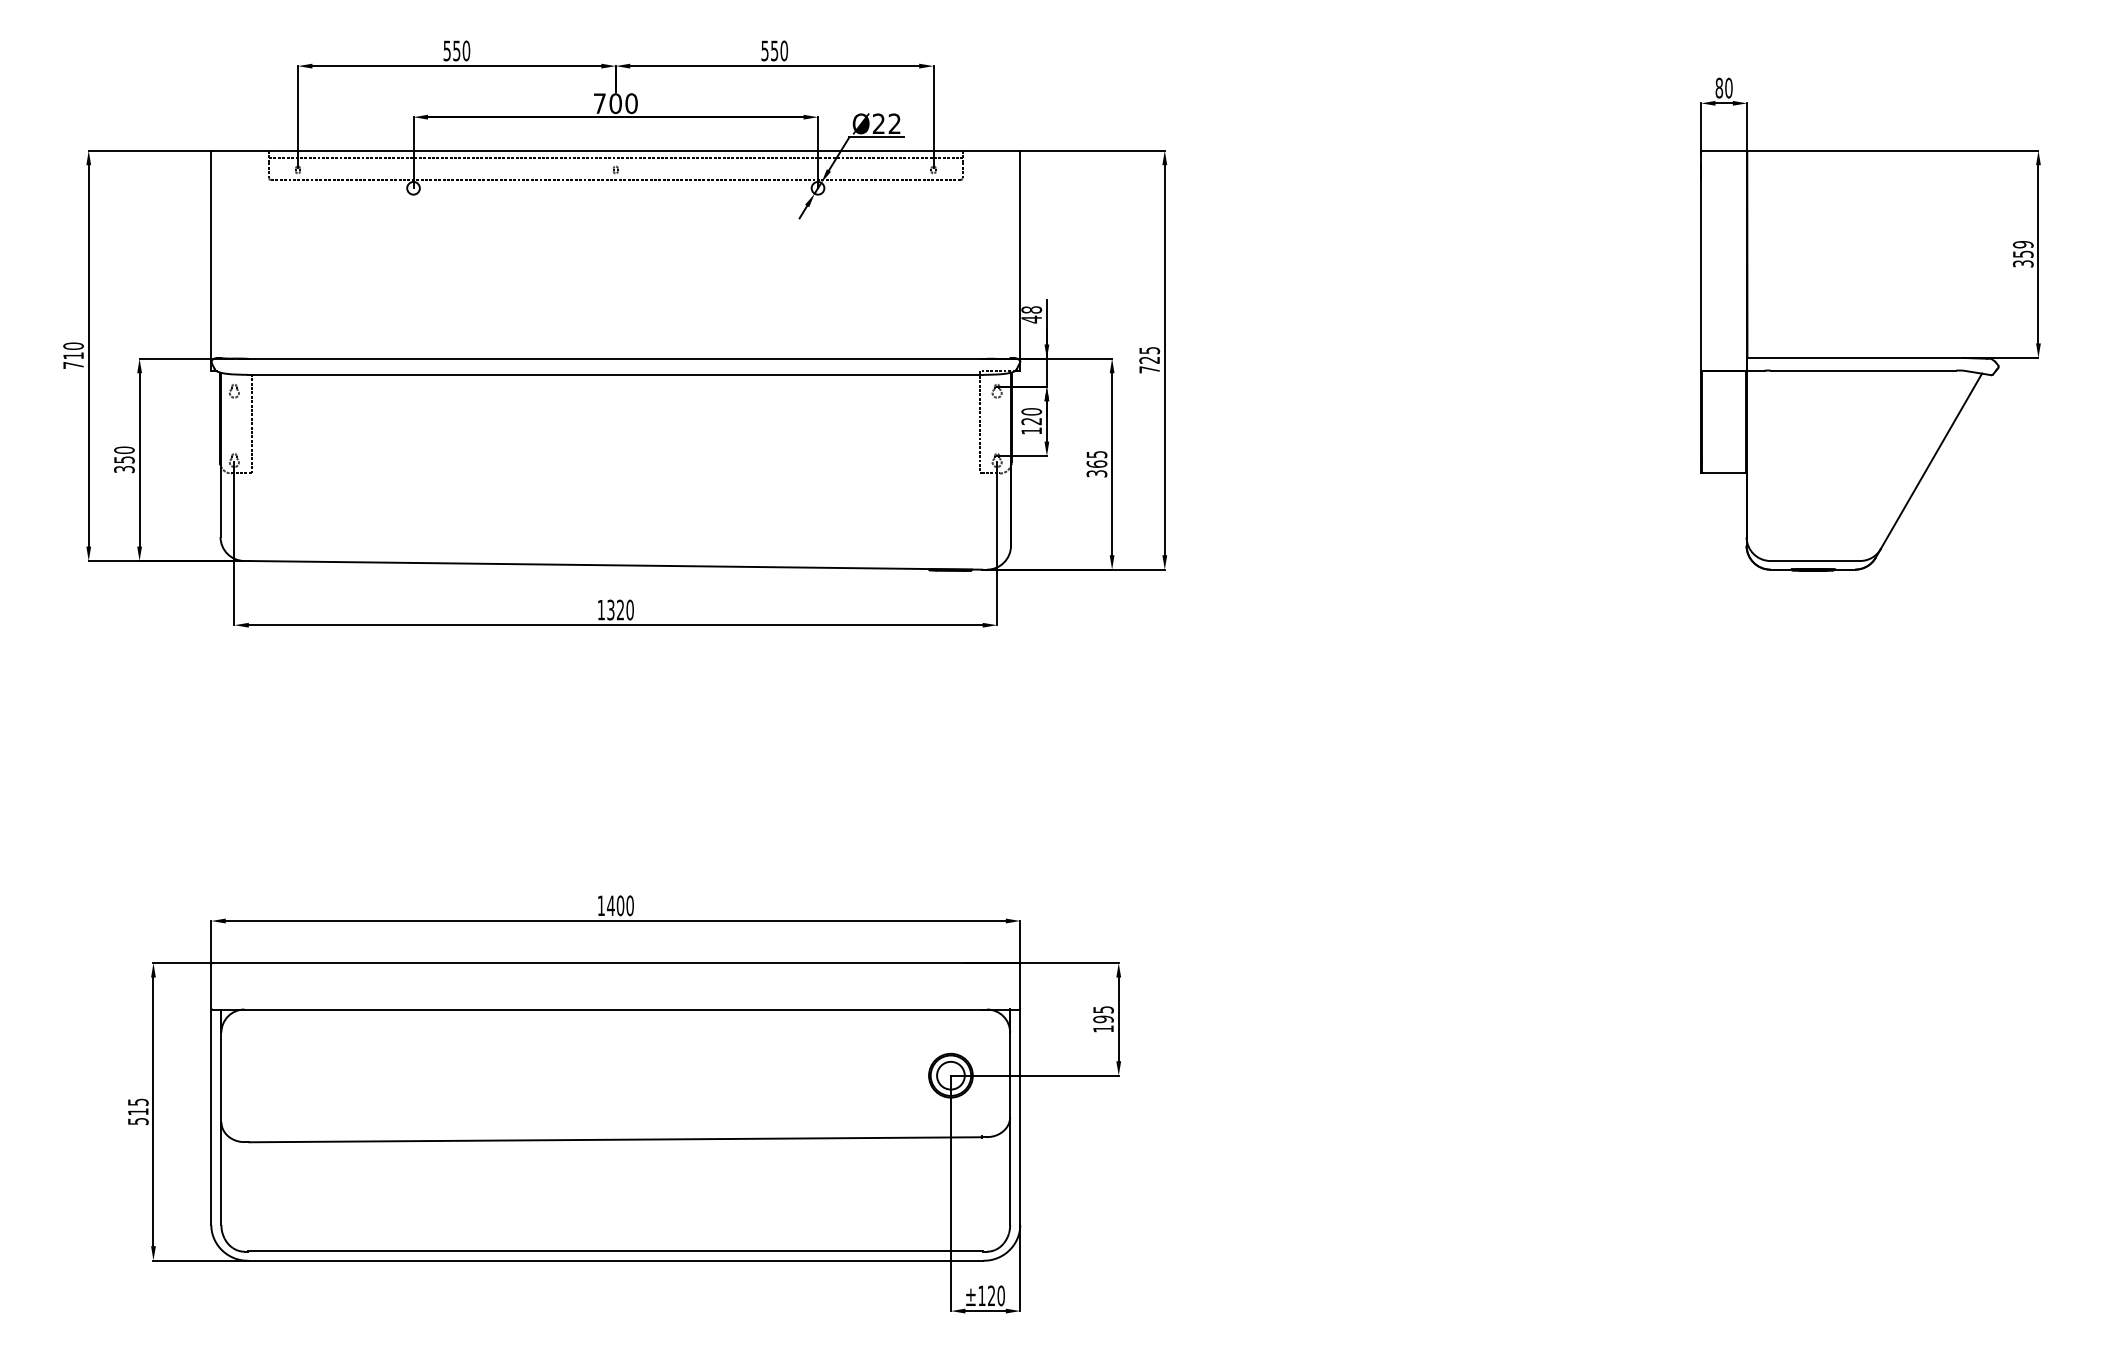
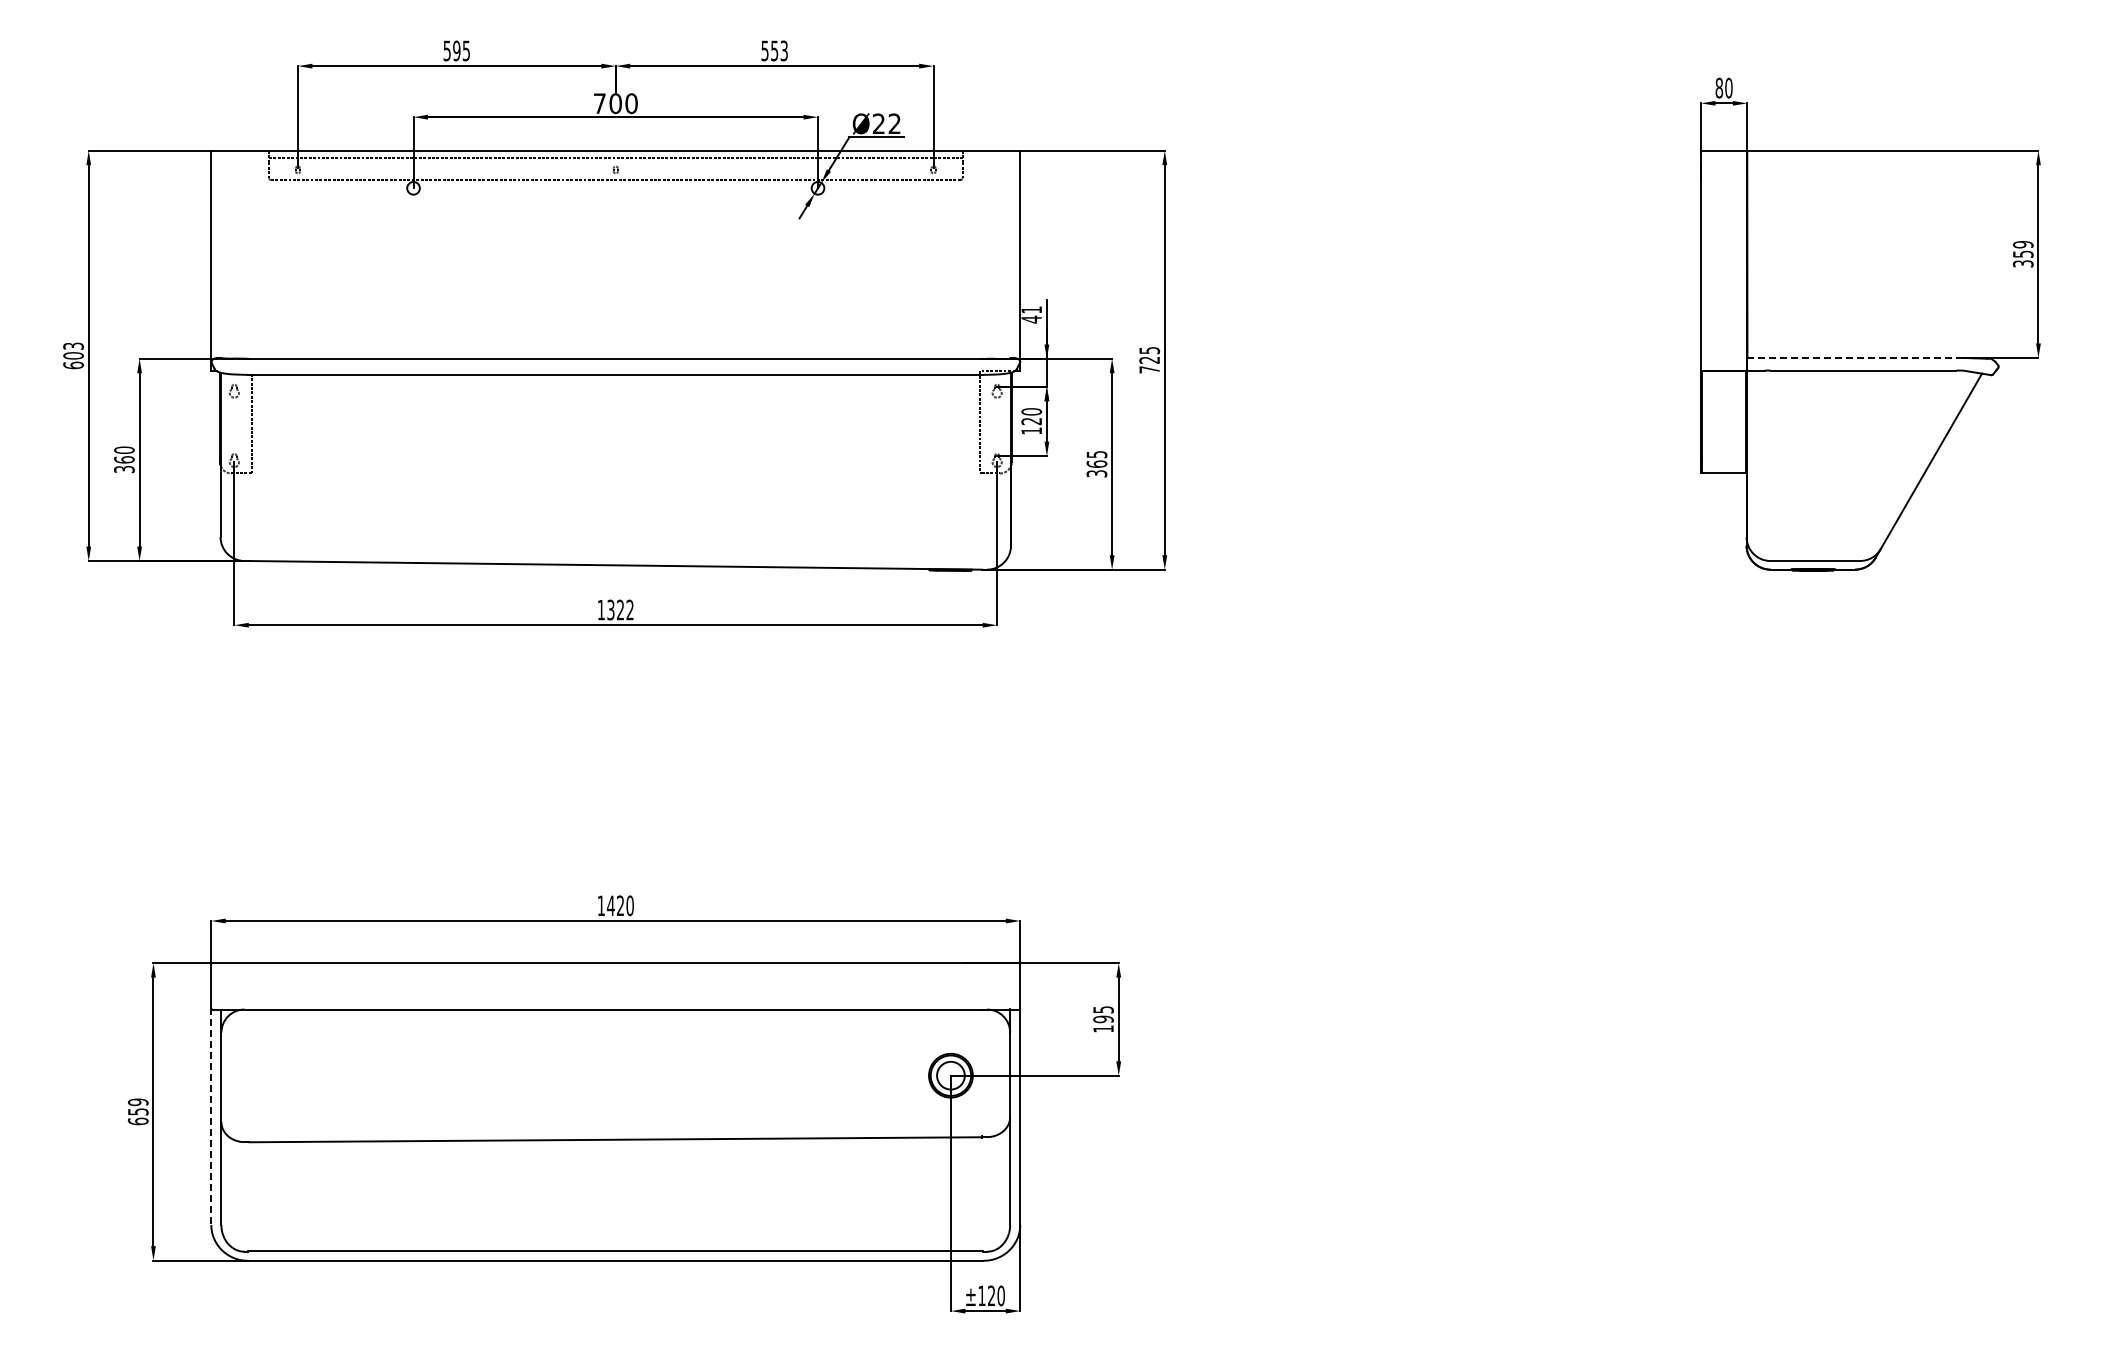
text at (461, 50): 550 -> 595
text at (784, 50): 550 -> 553
text at (1031, 309): 48 -> 41
text at (73, 355): 710 -> 603
line at (1855, 357): solid -> dashed
text at (124, 459): 350 -> 360
text at (629, 609): 1320 -> 1322
text at (620, 905): 1400 -> 1420
text at (137, 1111): 515 -> 659
line at (211, 1117): solid -> dashed
